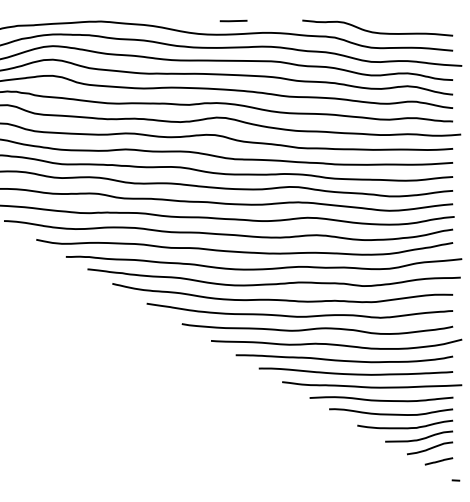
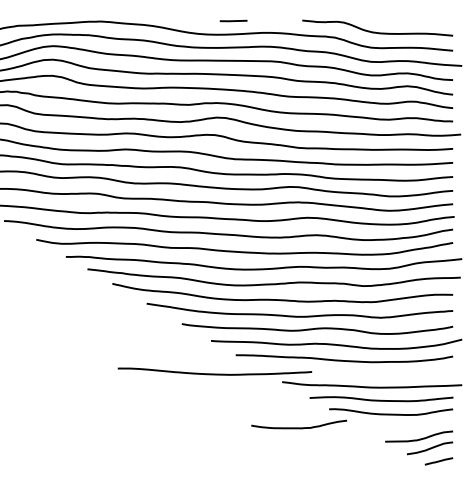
curve at (355, 373) position: (355, 373) -> (214, 373)
curve at (405, 427) position: (405, 427) -> (299, 427)
line at (455, 480): present -> none
